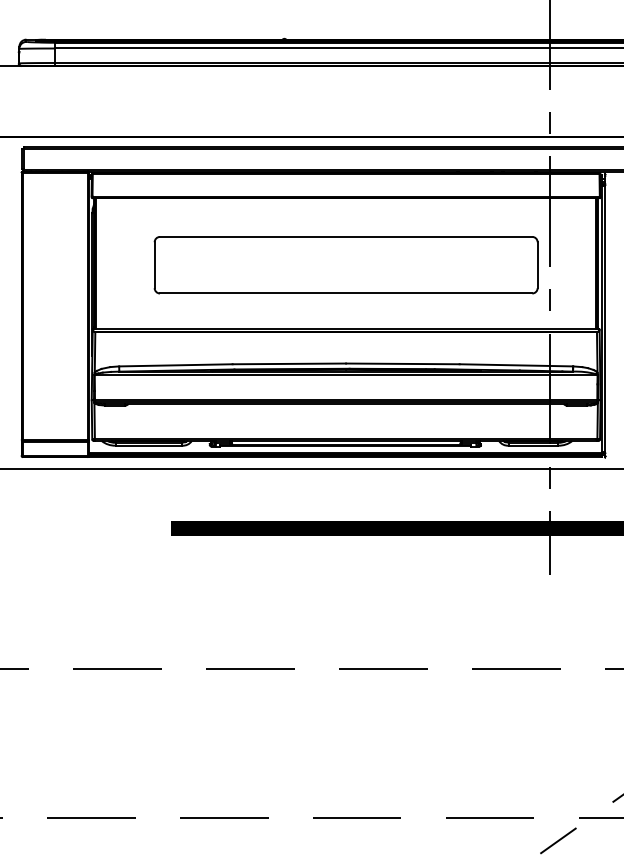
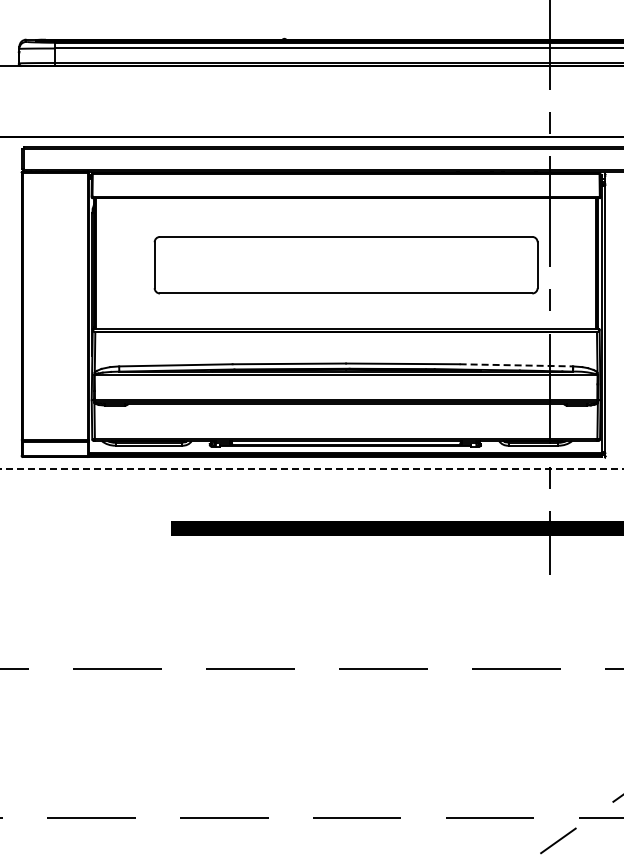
line at (516, 365): solid -> dashed
line at (312, 468): solid -> dashed
